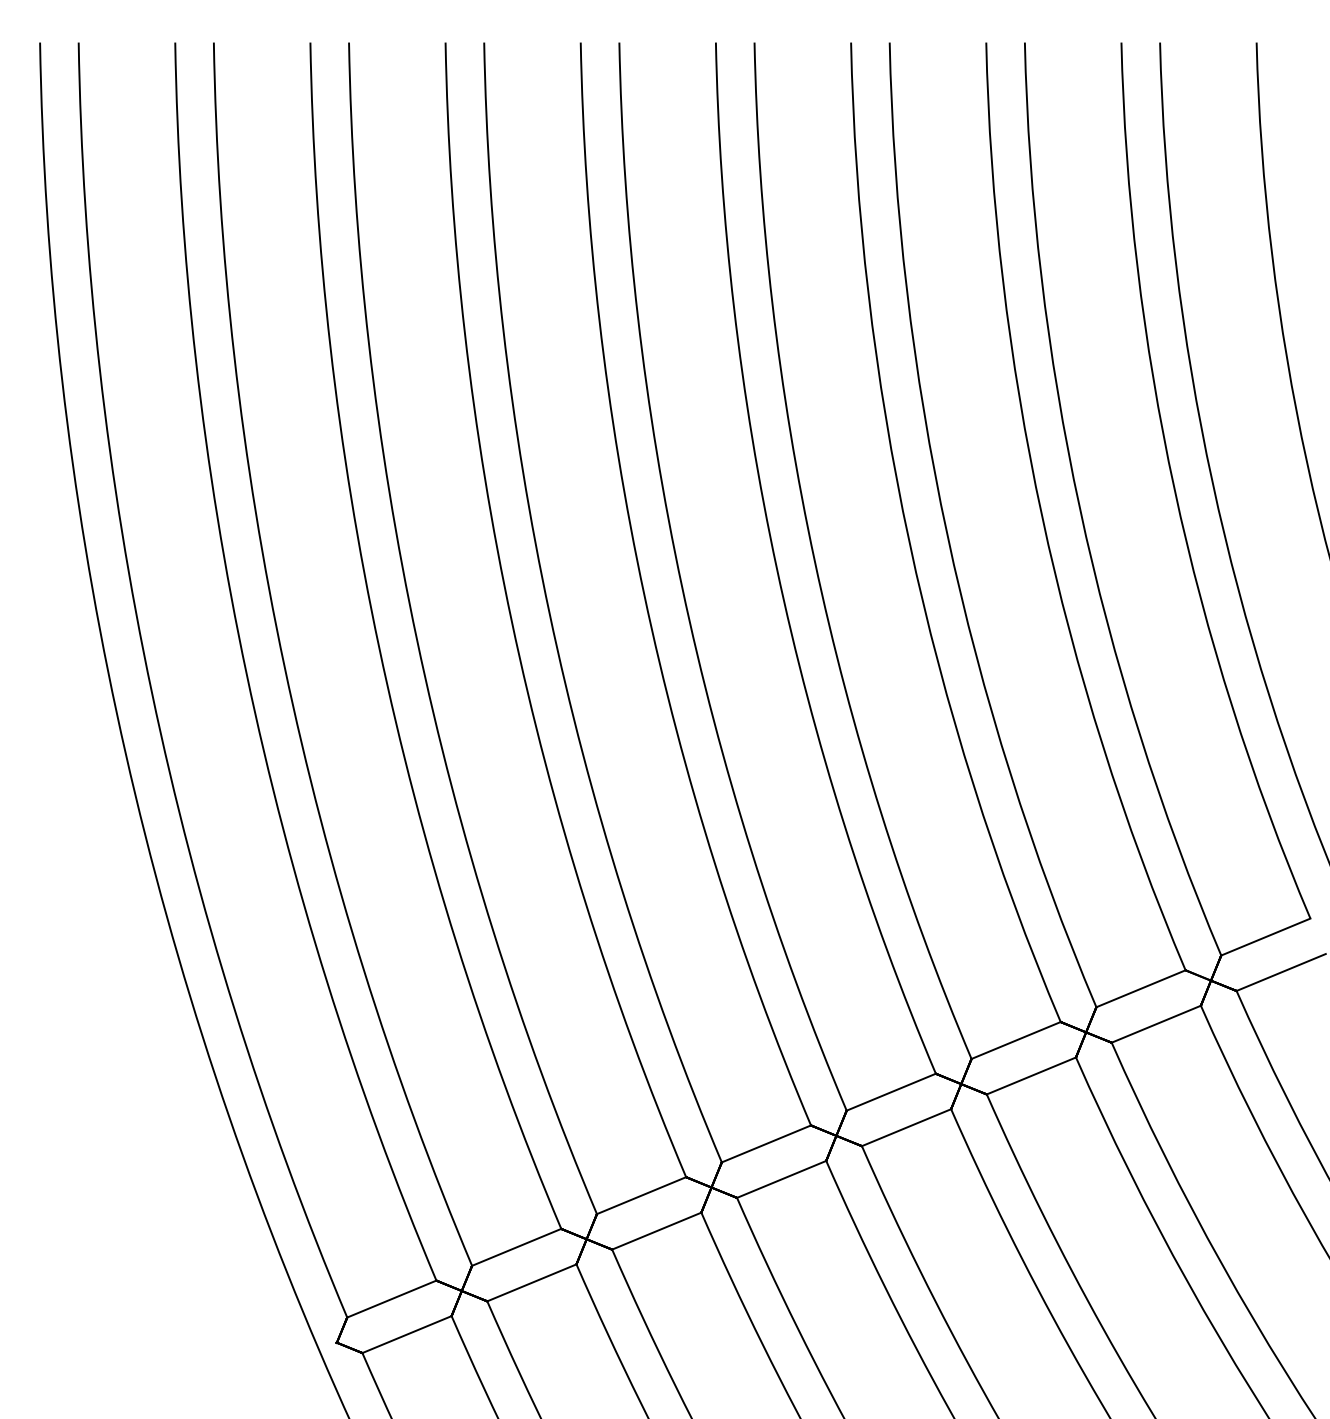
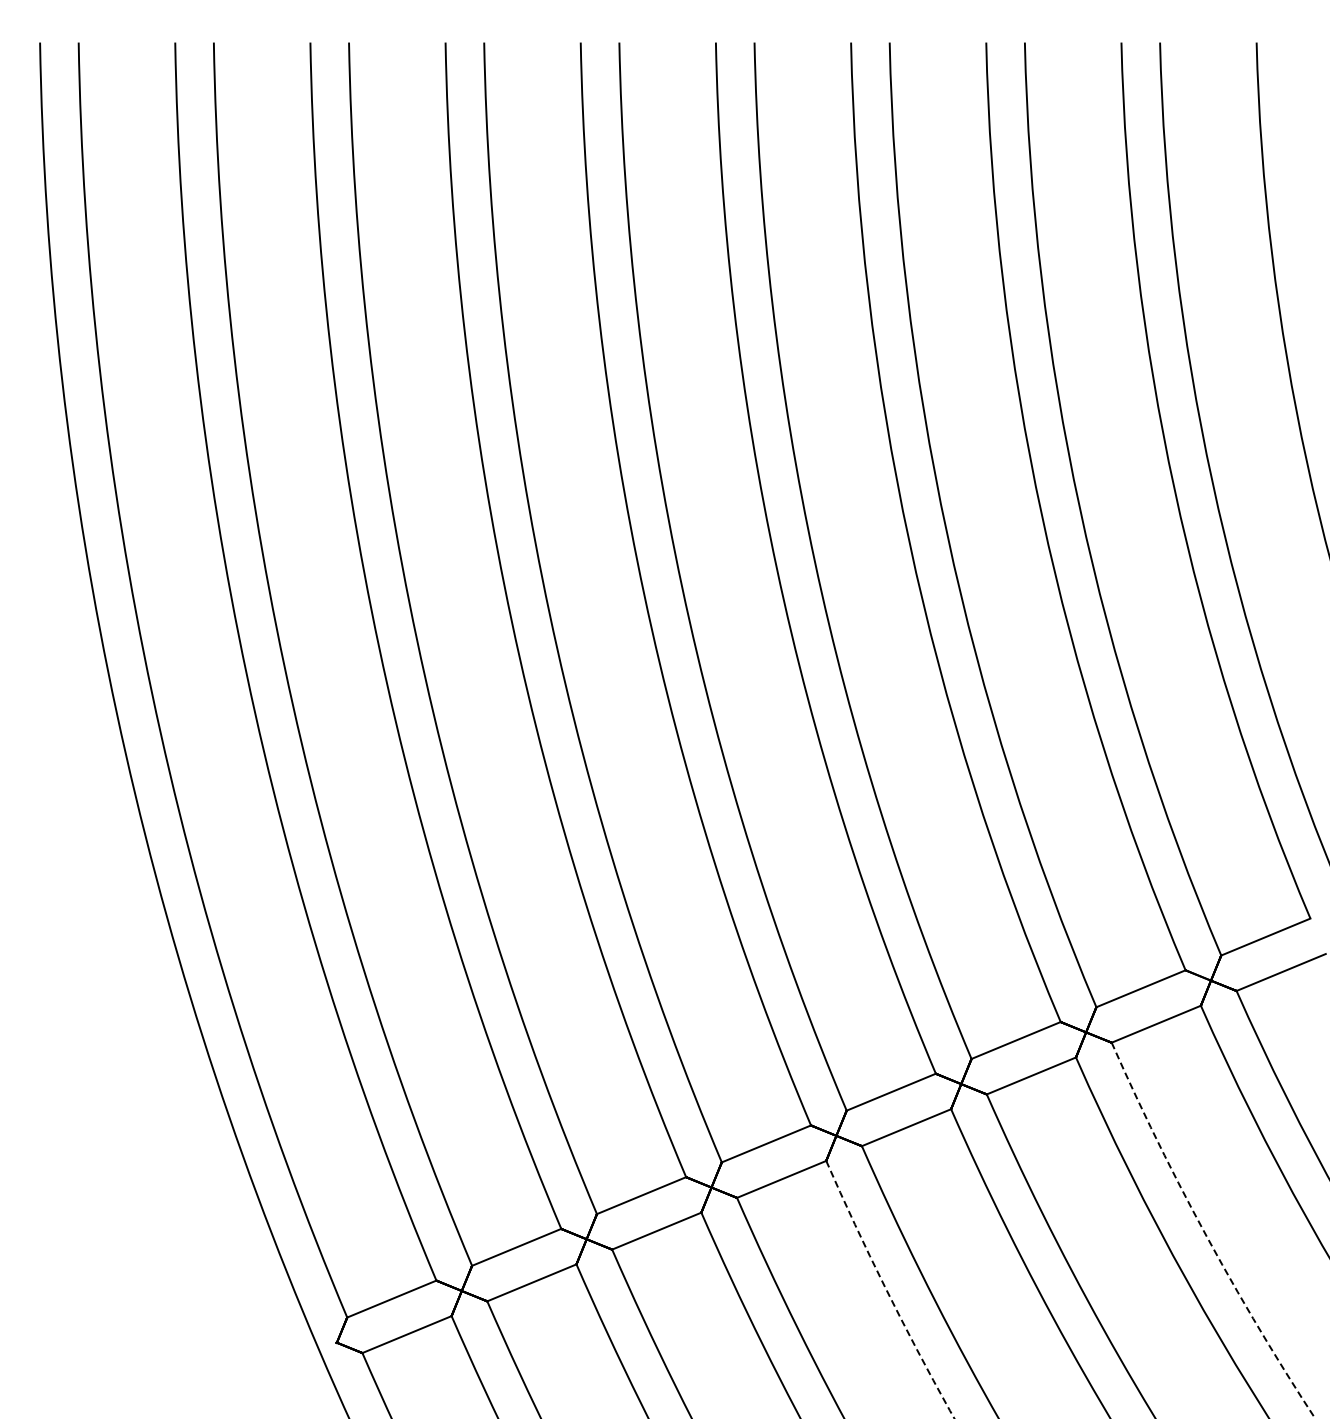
arc at (1205, 1233): solid -> dashed
arc at (887, 1291): solid -> dashed
